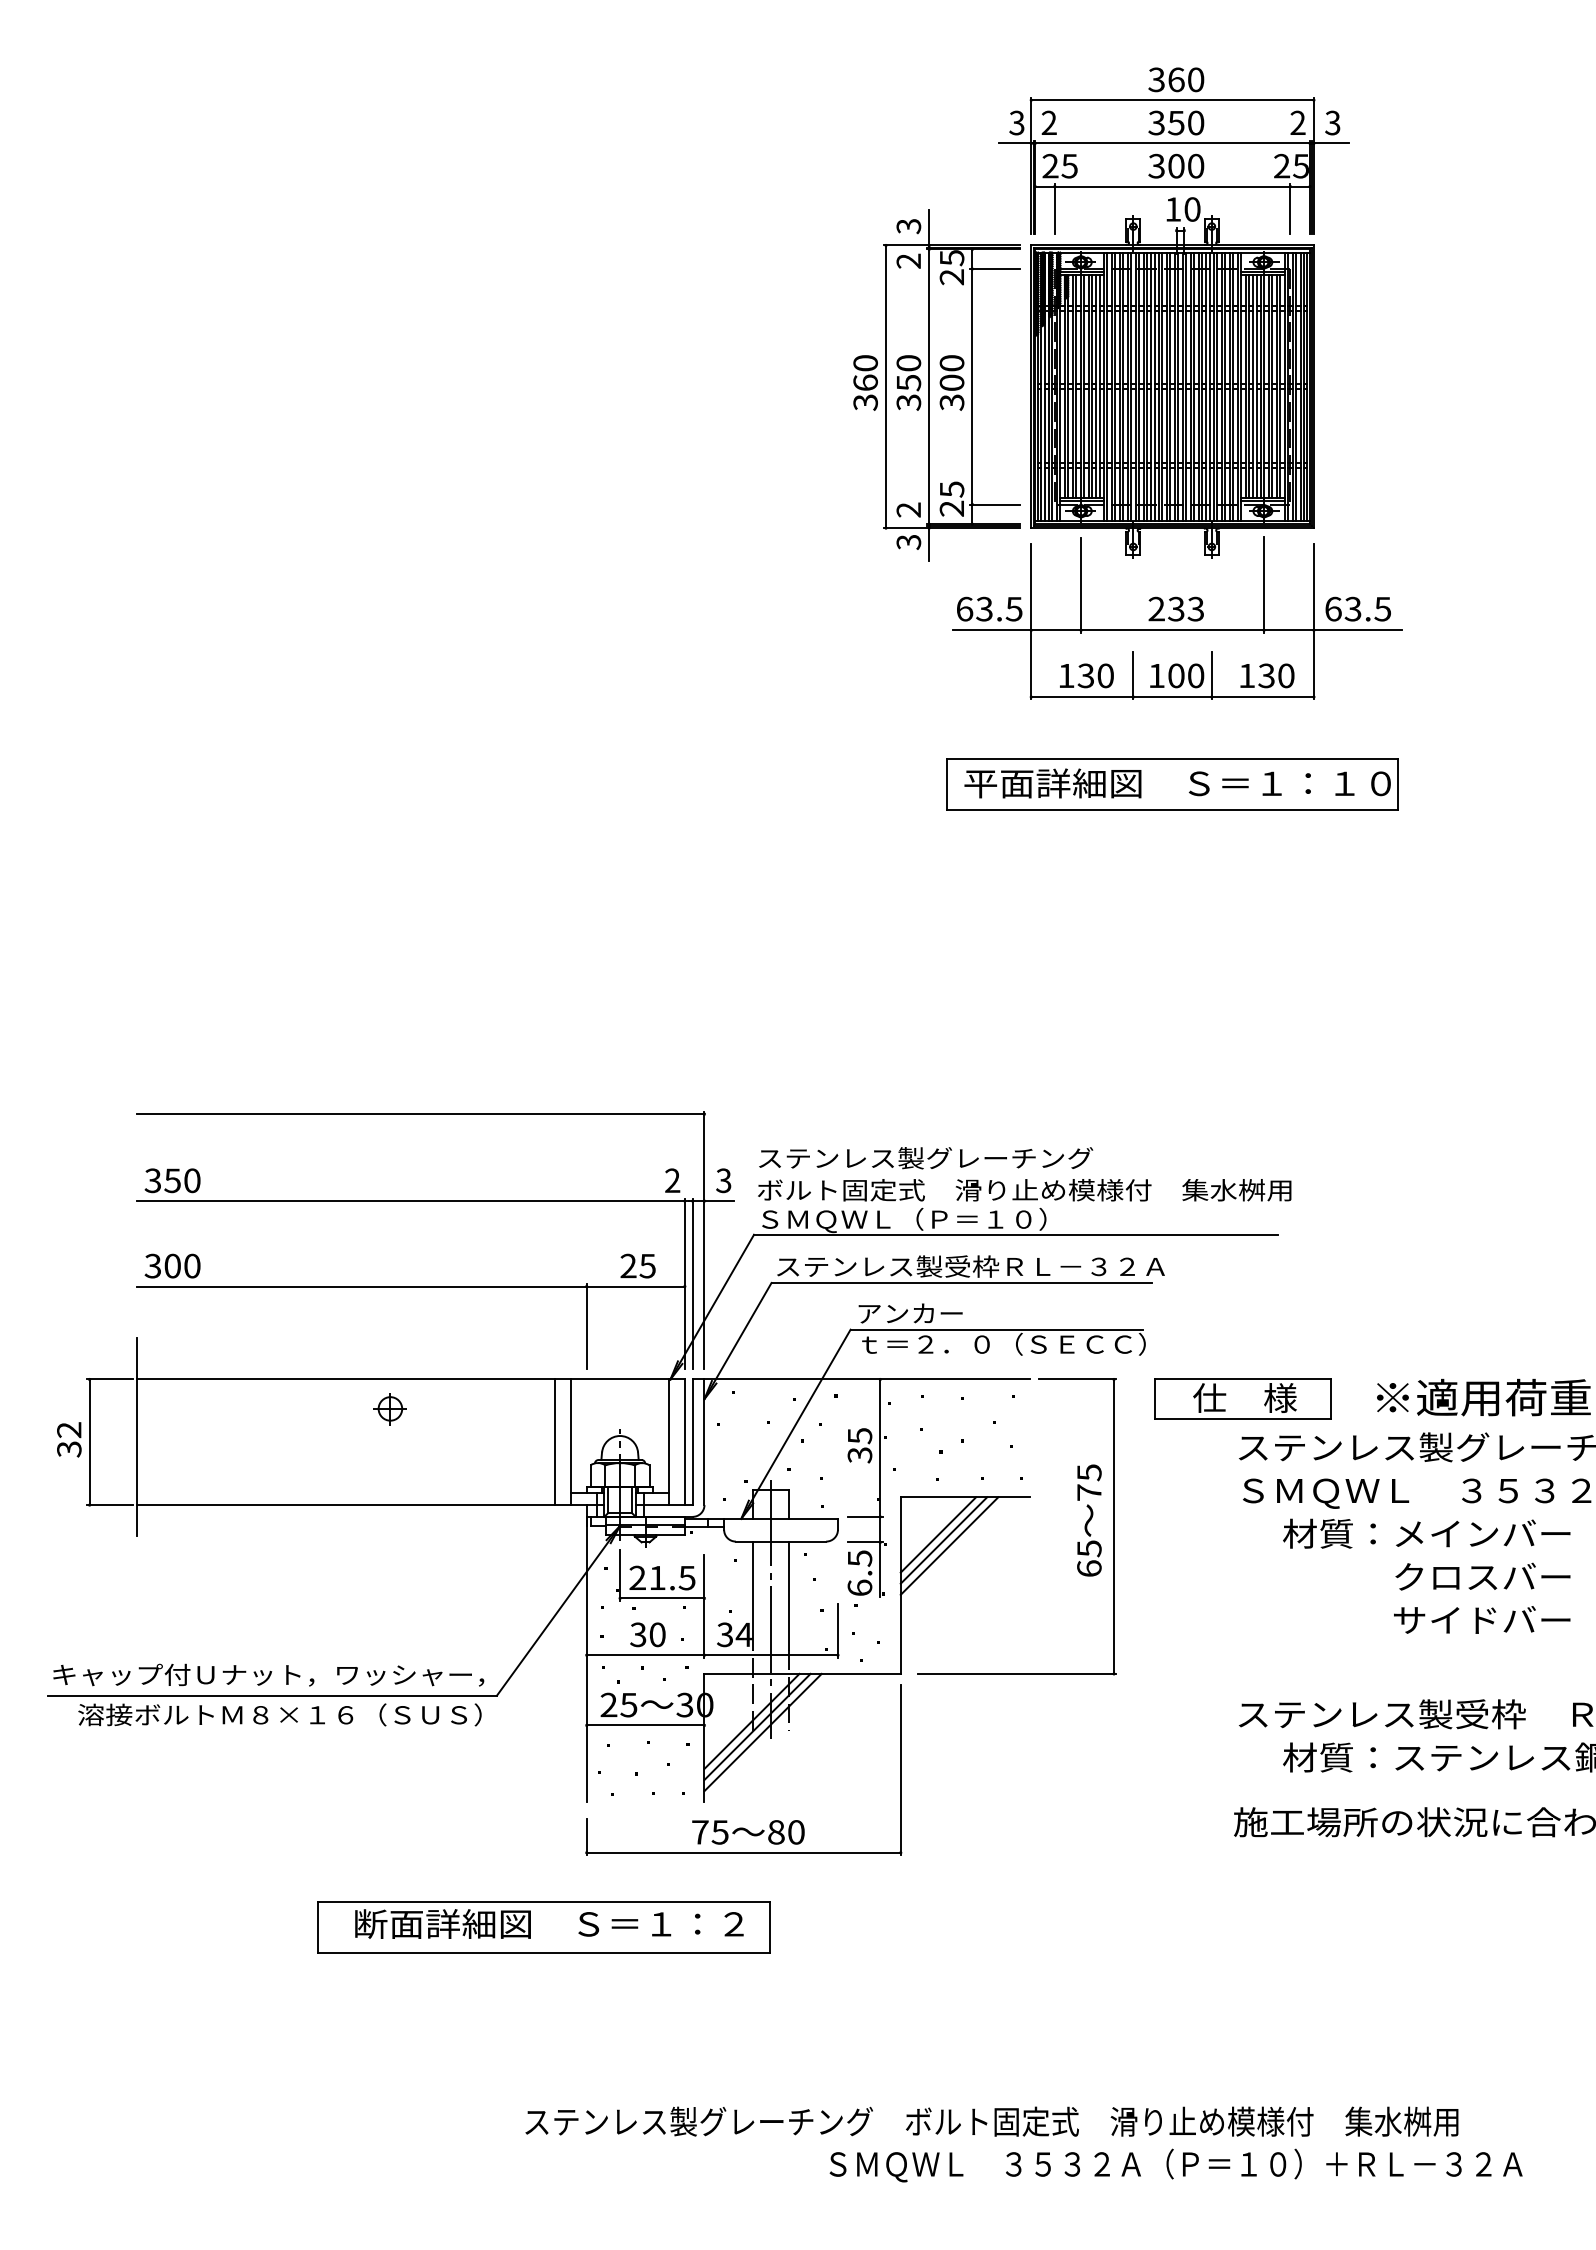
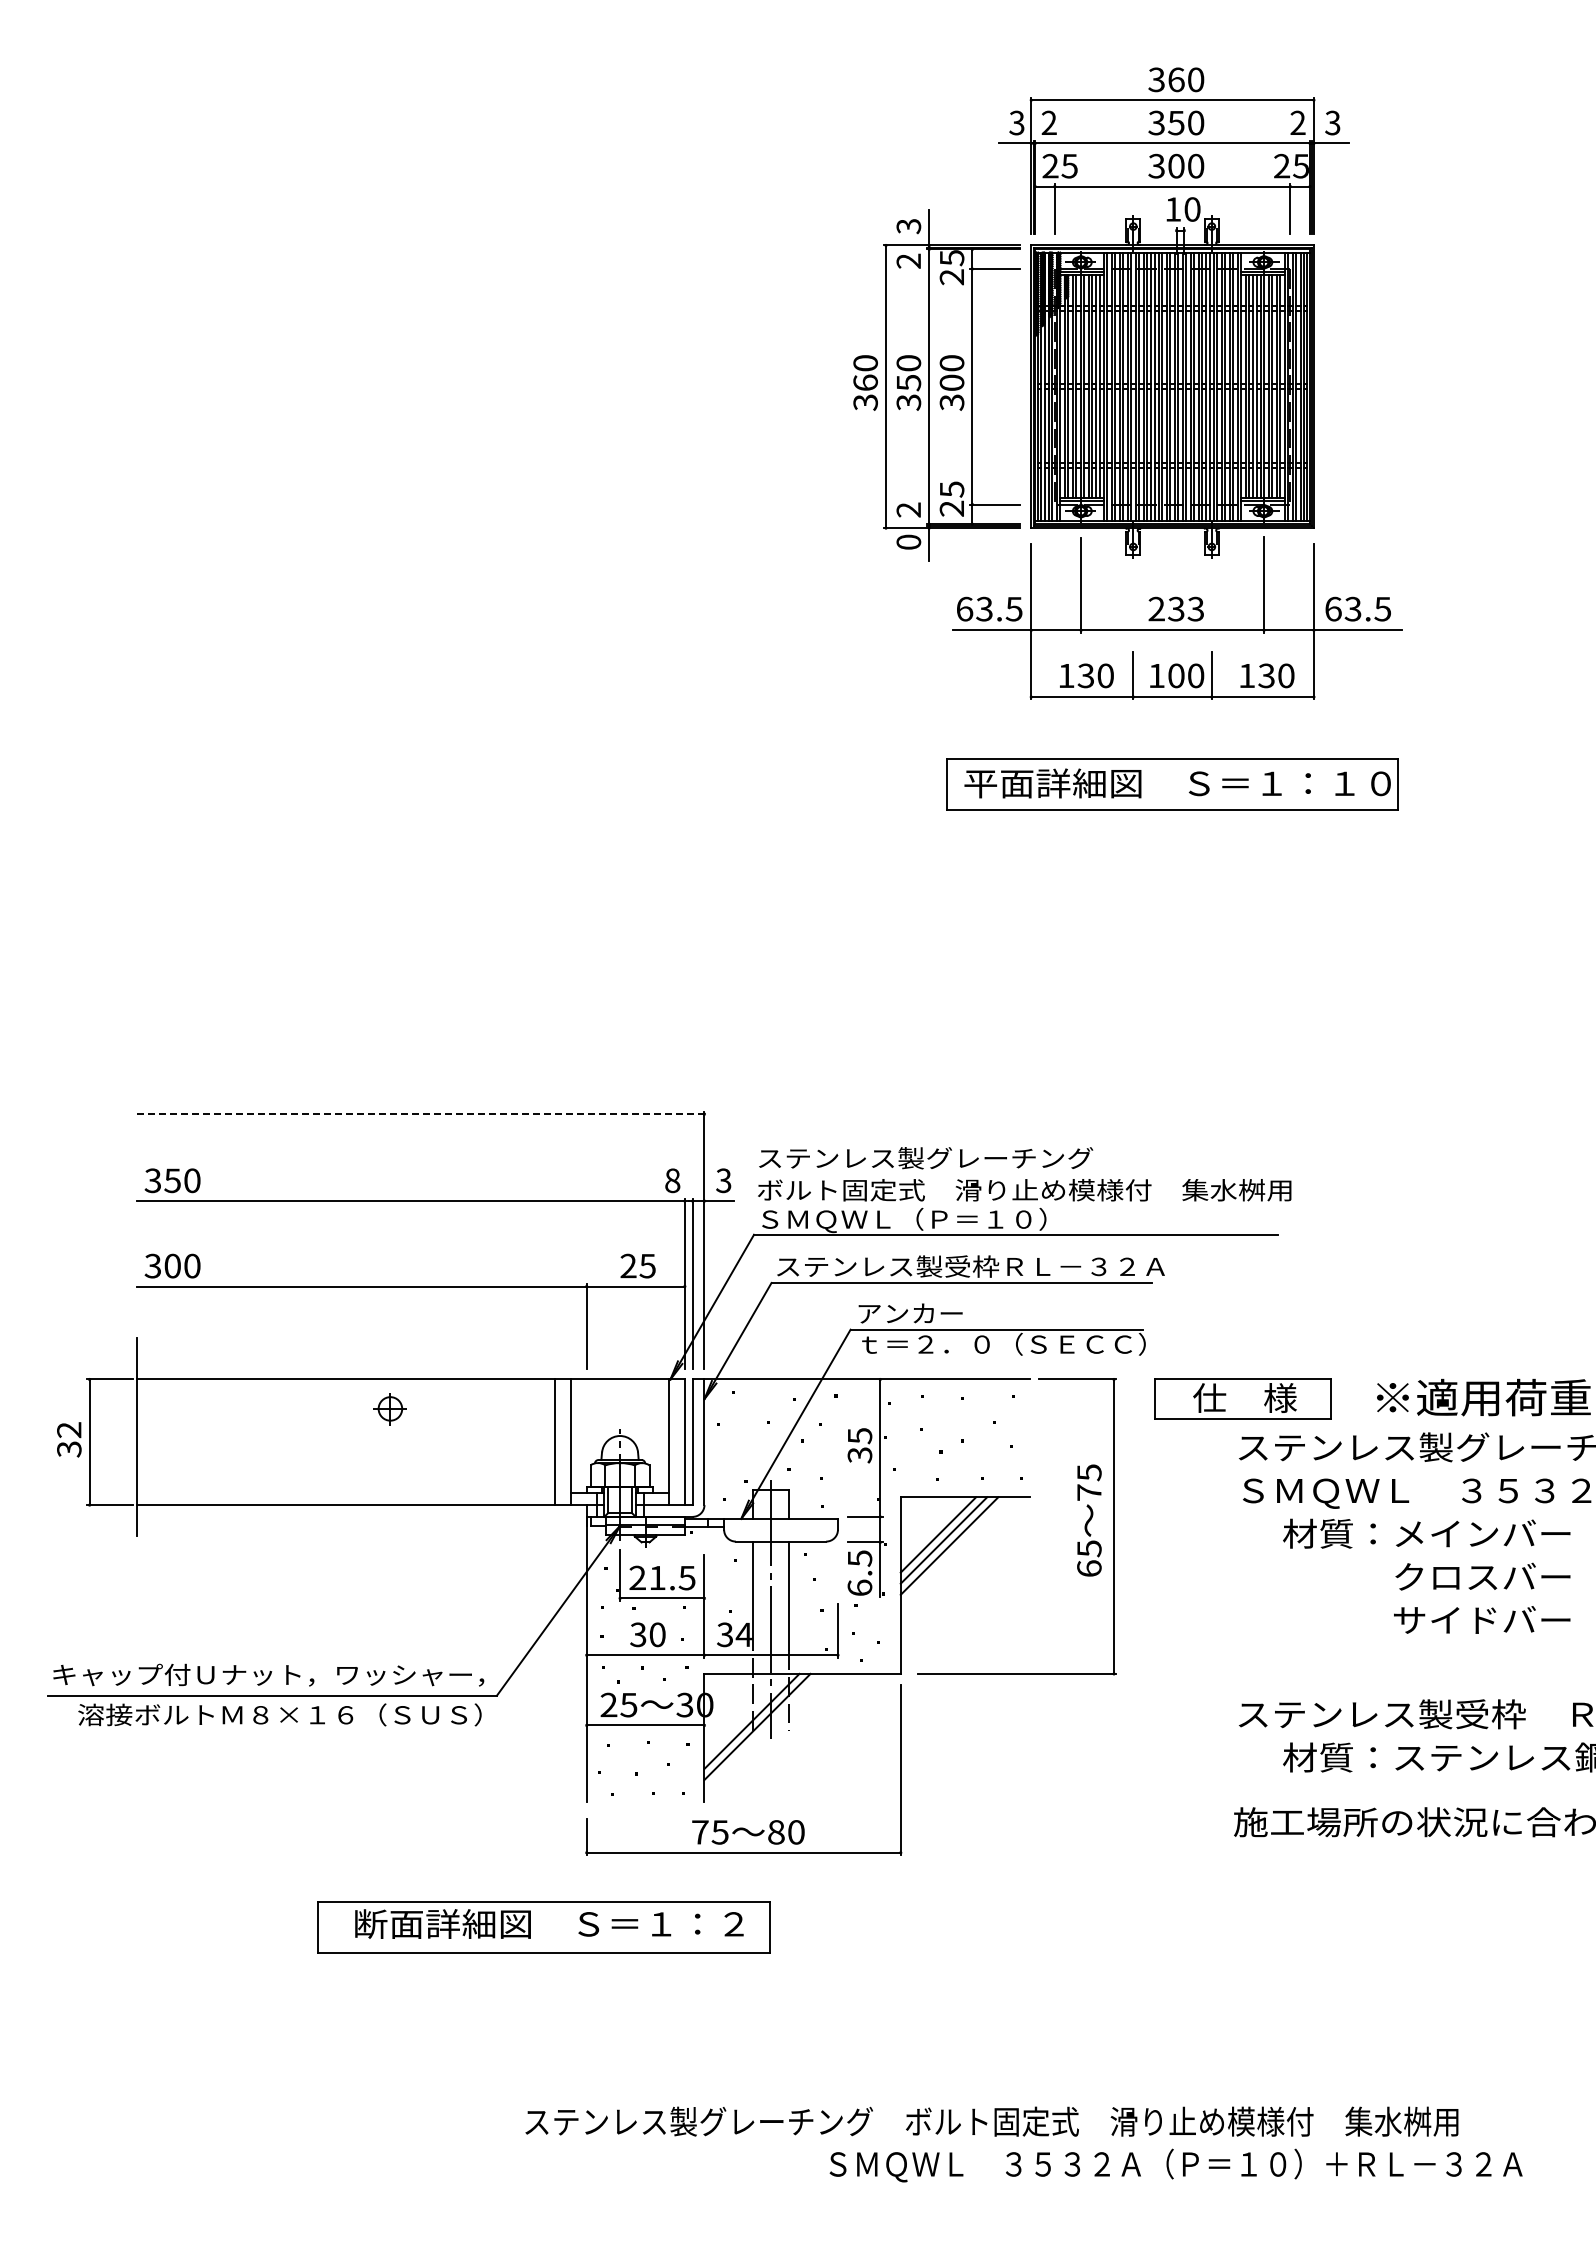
text at (908, 541): 3 -> 0
line at (420, 1114): solid -> dashed
text at (672, 1180): 2 -> 8
line at (762, 1732): present -> none
